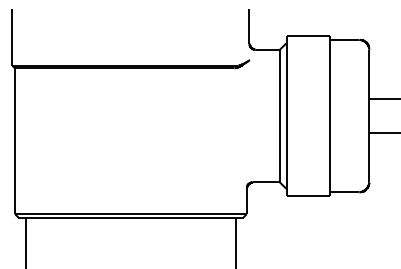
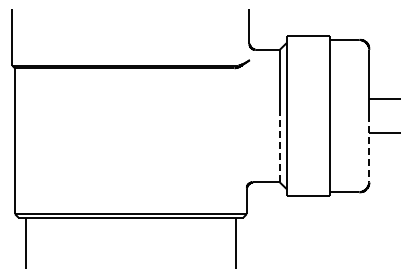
line at (279, 148): solid -> dashed
line at (369, 148): solid -> dashed
